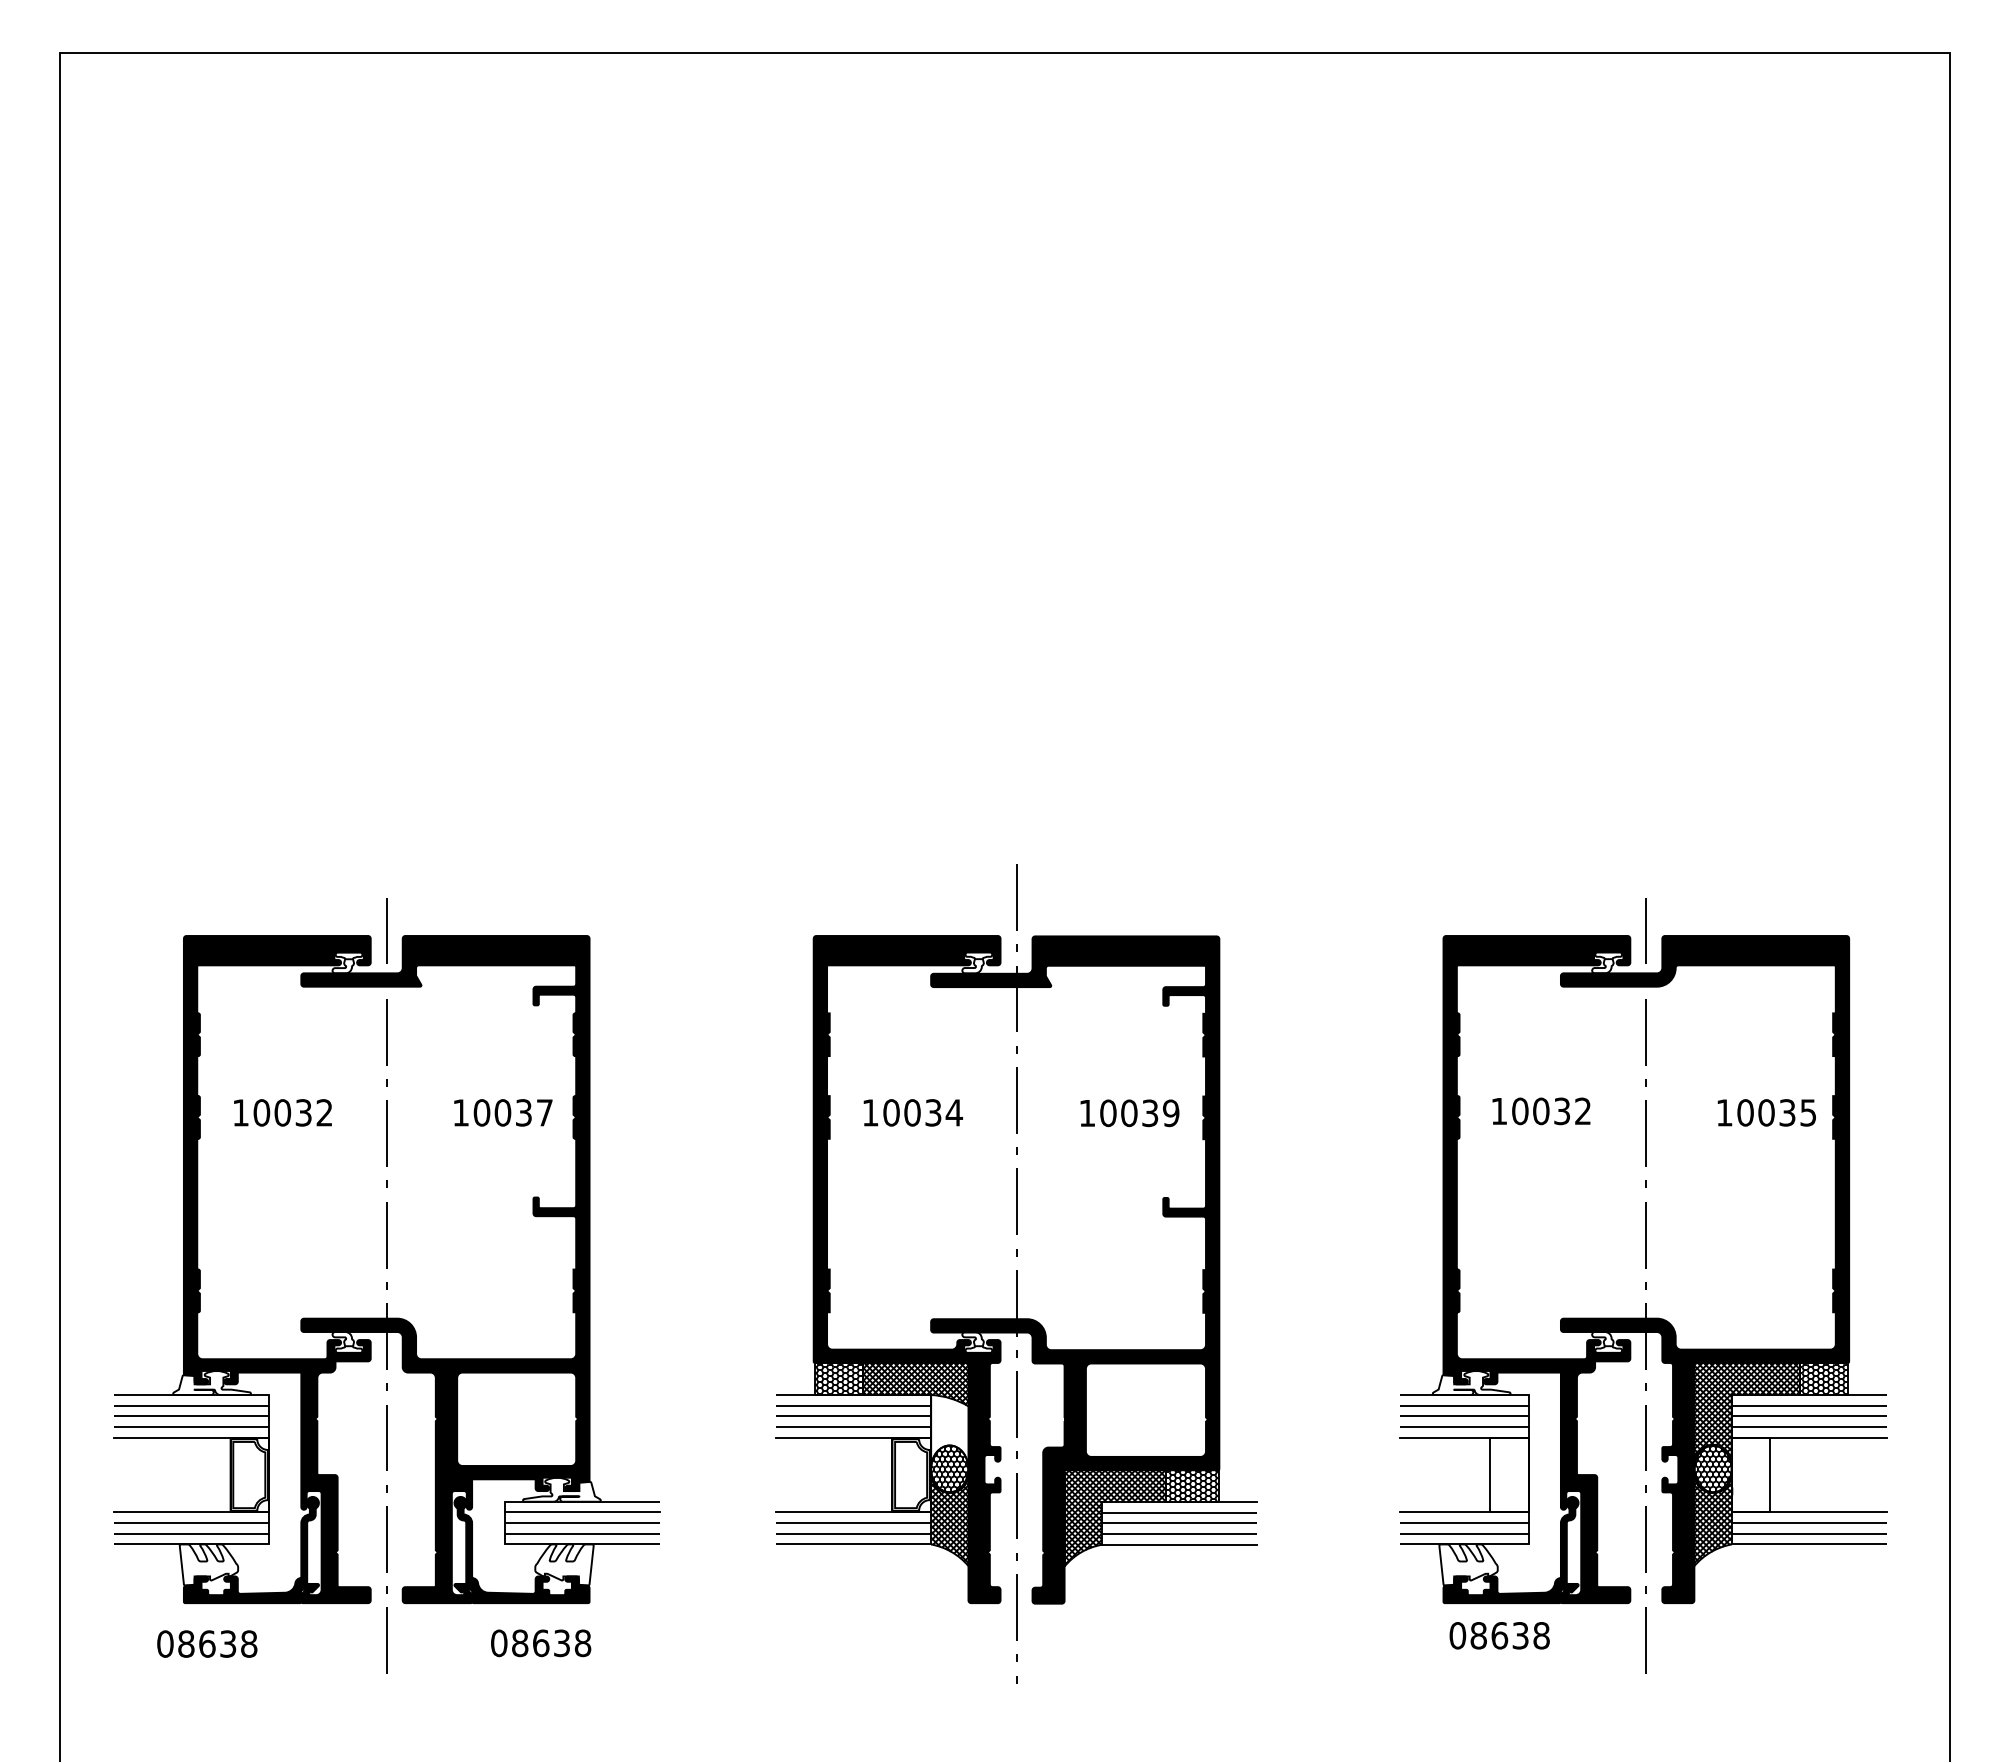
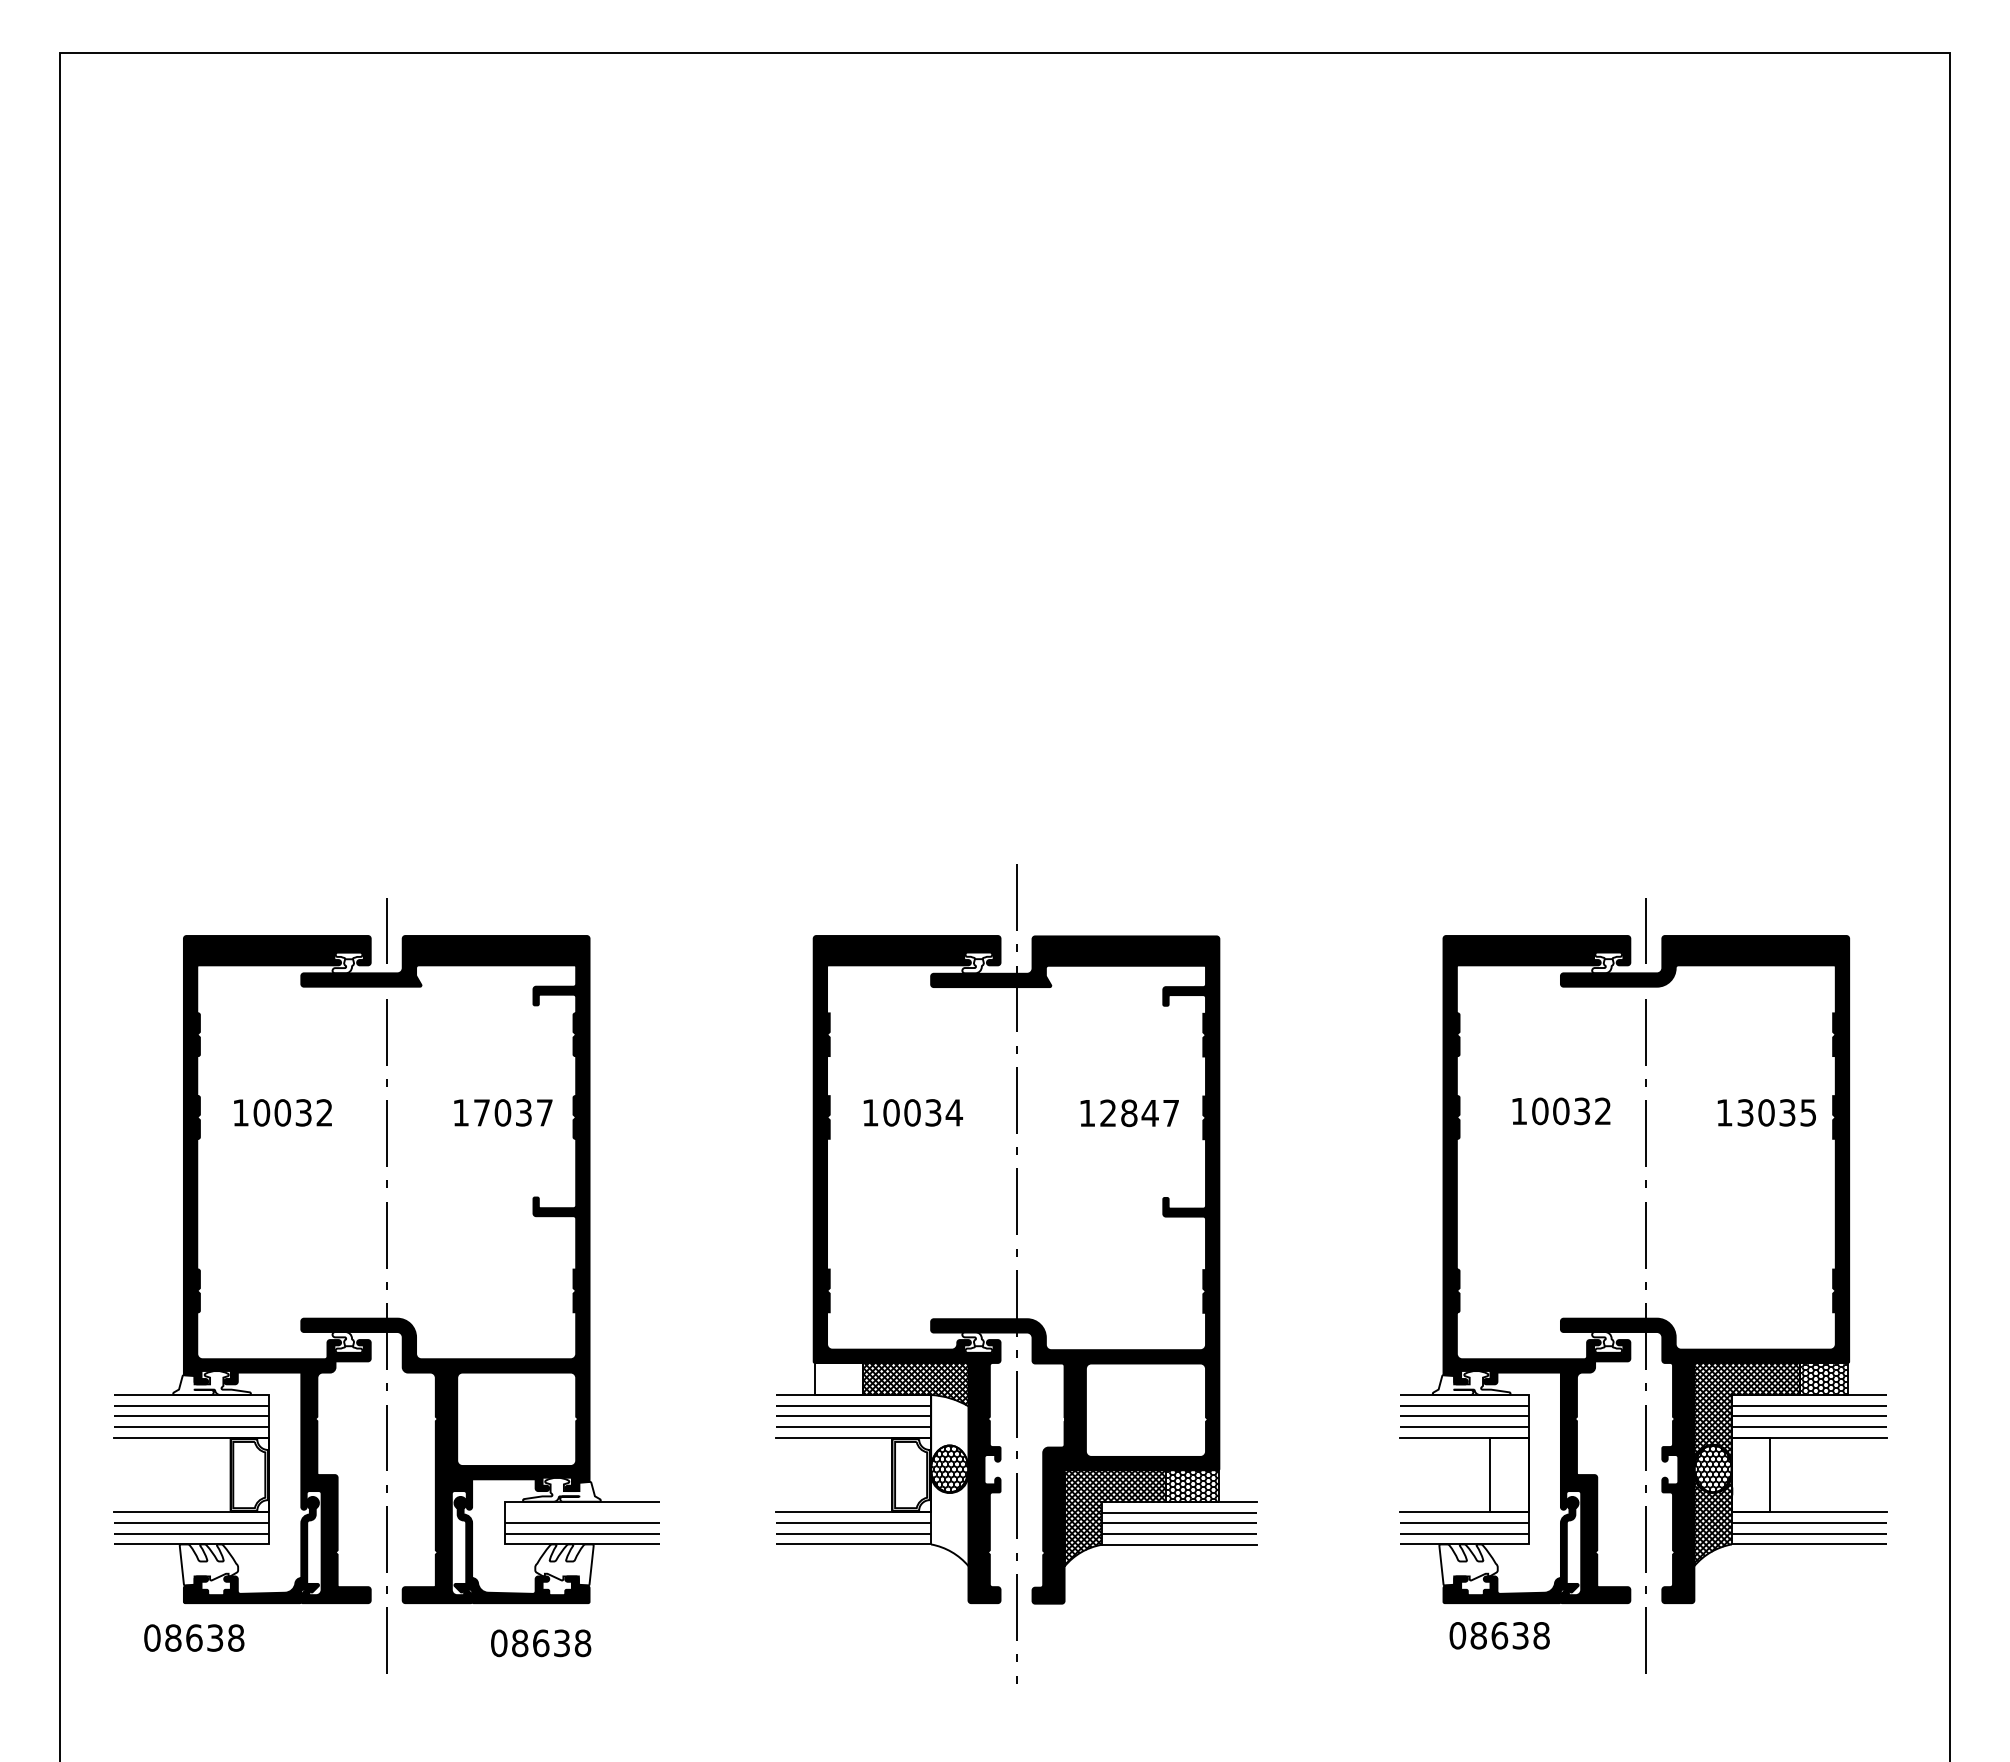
text at (1541, 1111) position: (1541, 1111) -> (1561, 1111)
text at (481, 1112): 10037 -> 17037
text at (1745, 1112): 10035 -> 13035
text at (1139, 1113): 10039 -> 12847
hatch at (839, 1378): present -> none
line at (582, 1512): present -> none
hatch at (949, 1519): present -> none
text at (207, 1643) position: (207, 1643) -> (194, 1637)
